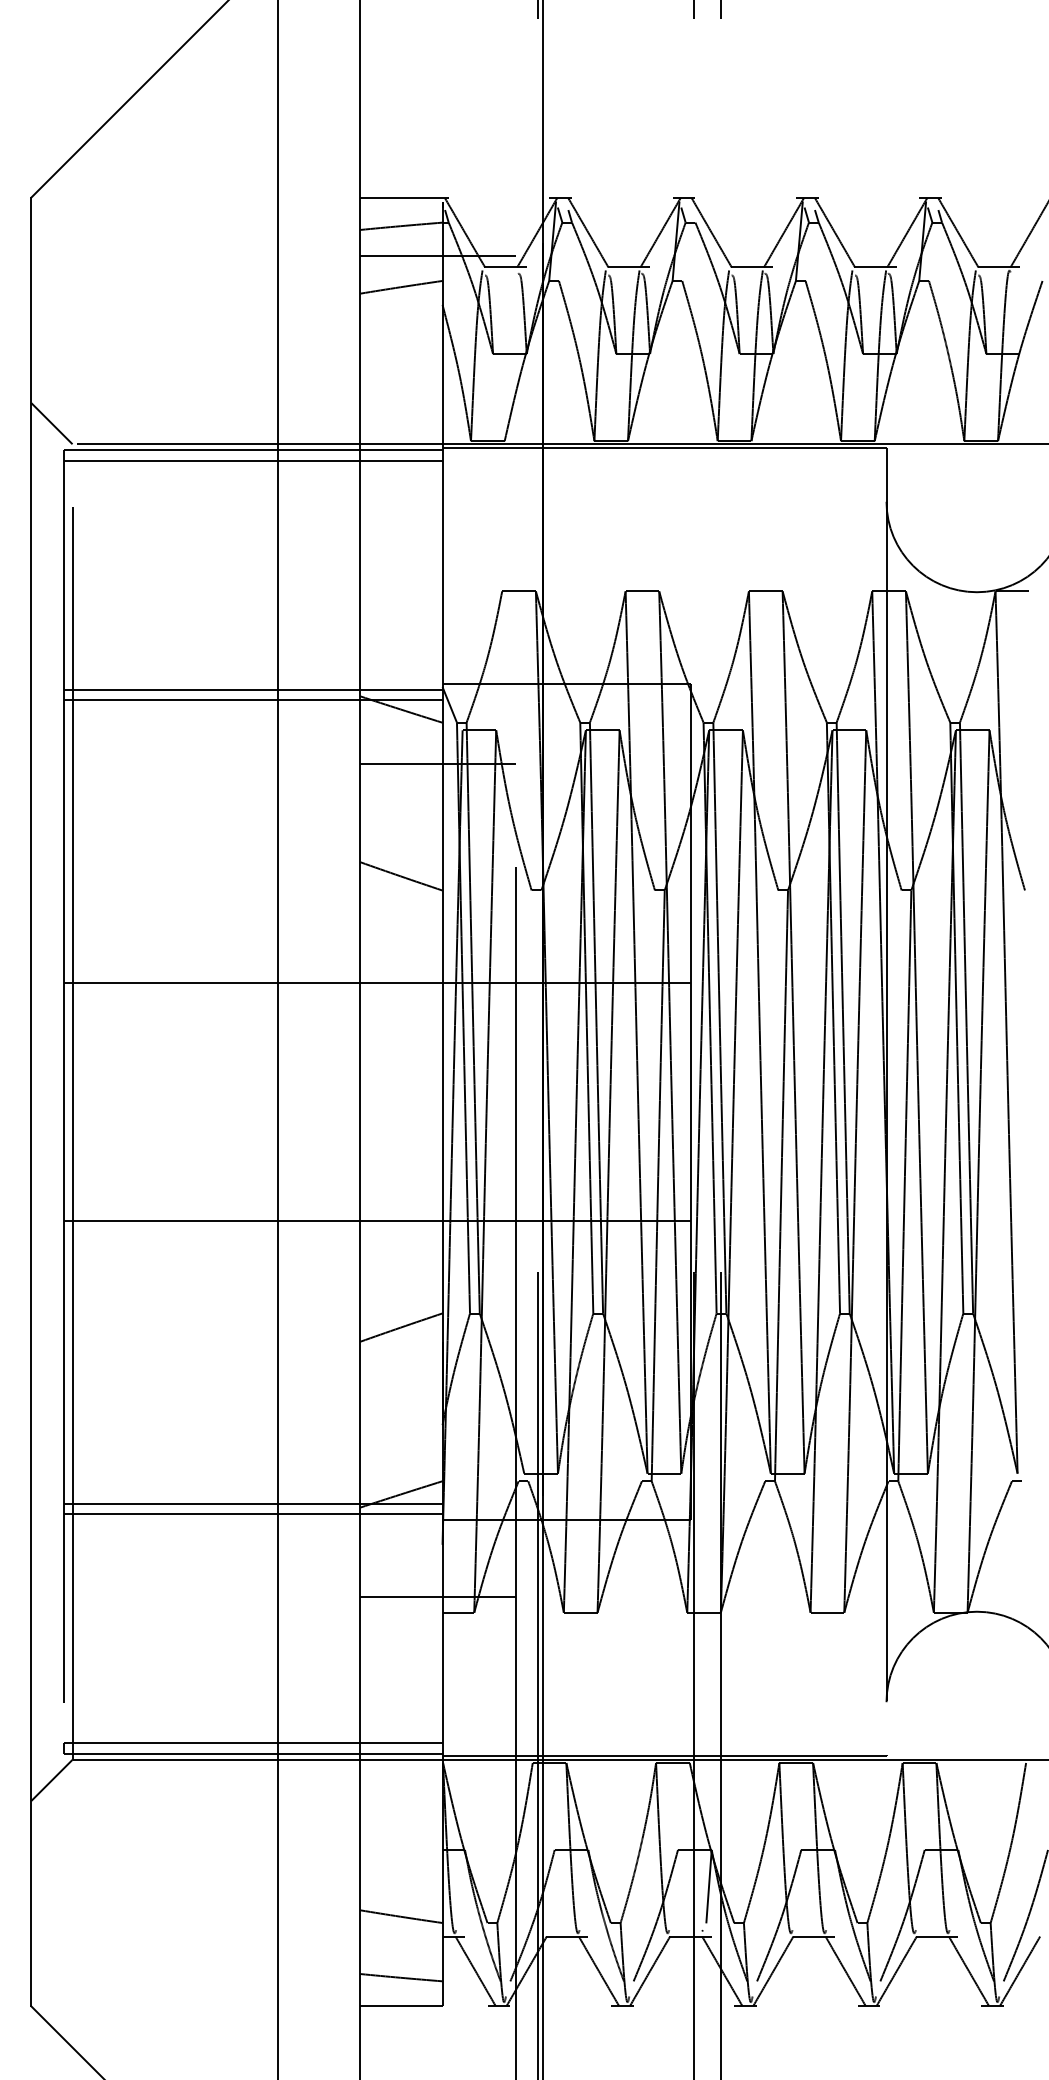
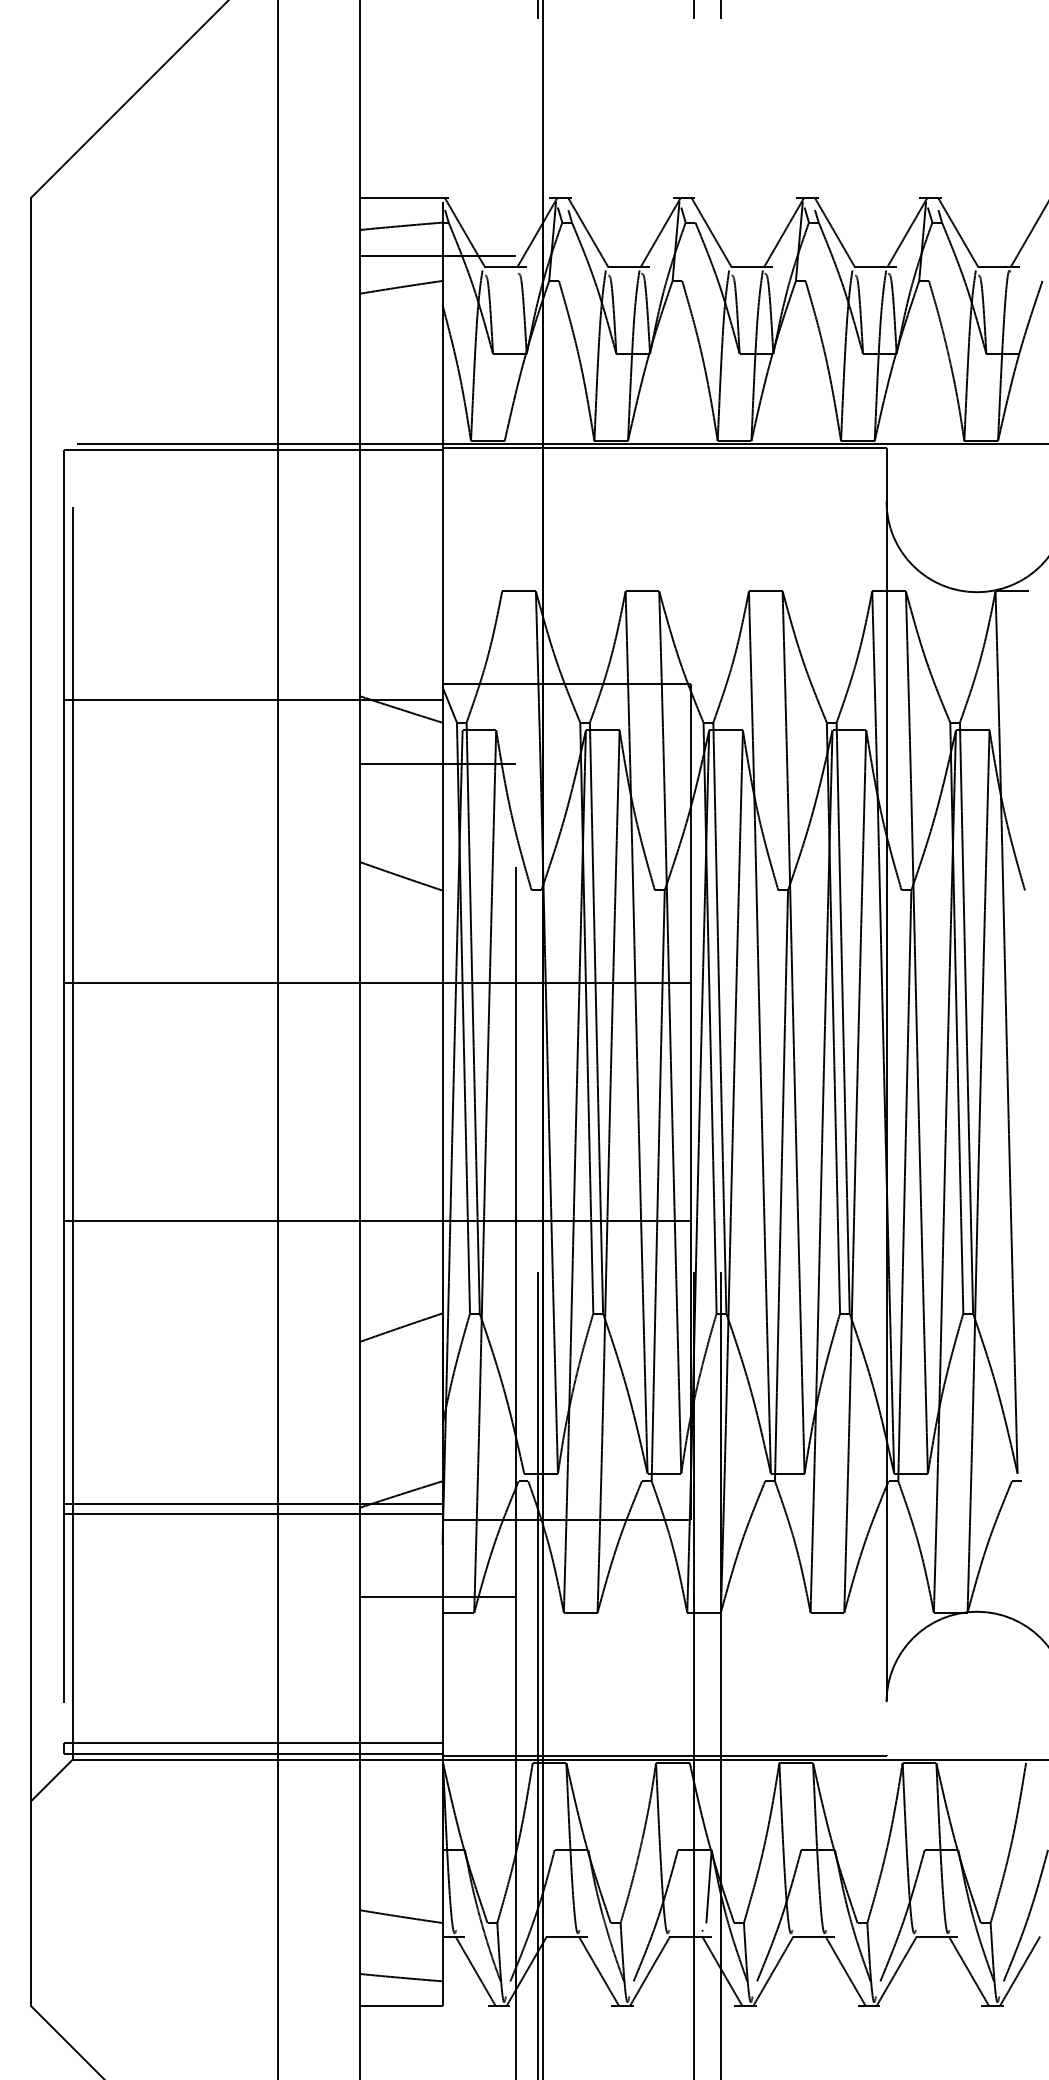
line at (51, 423): present -> none
line at (253, 461): present -> none
line at (253, 689): present -> none
